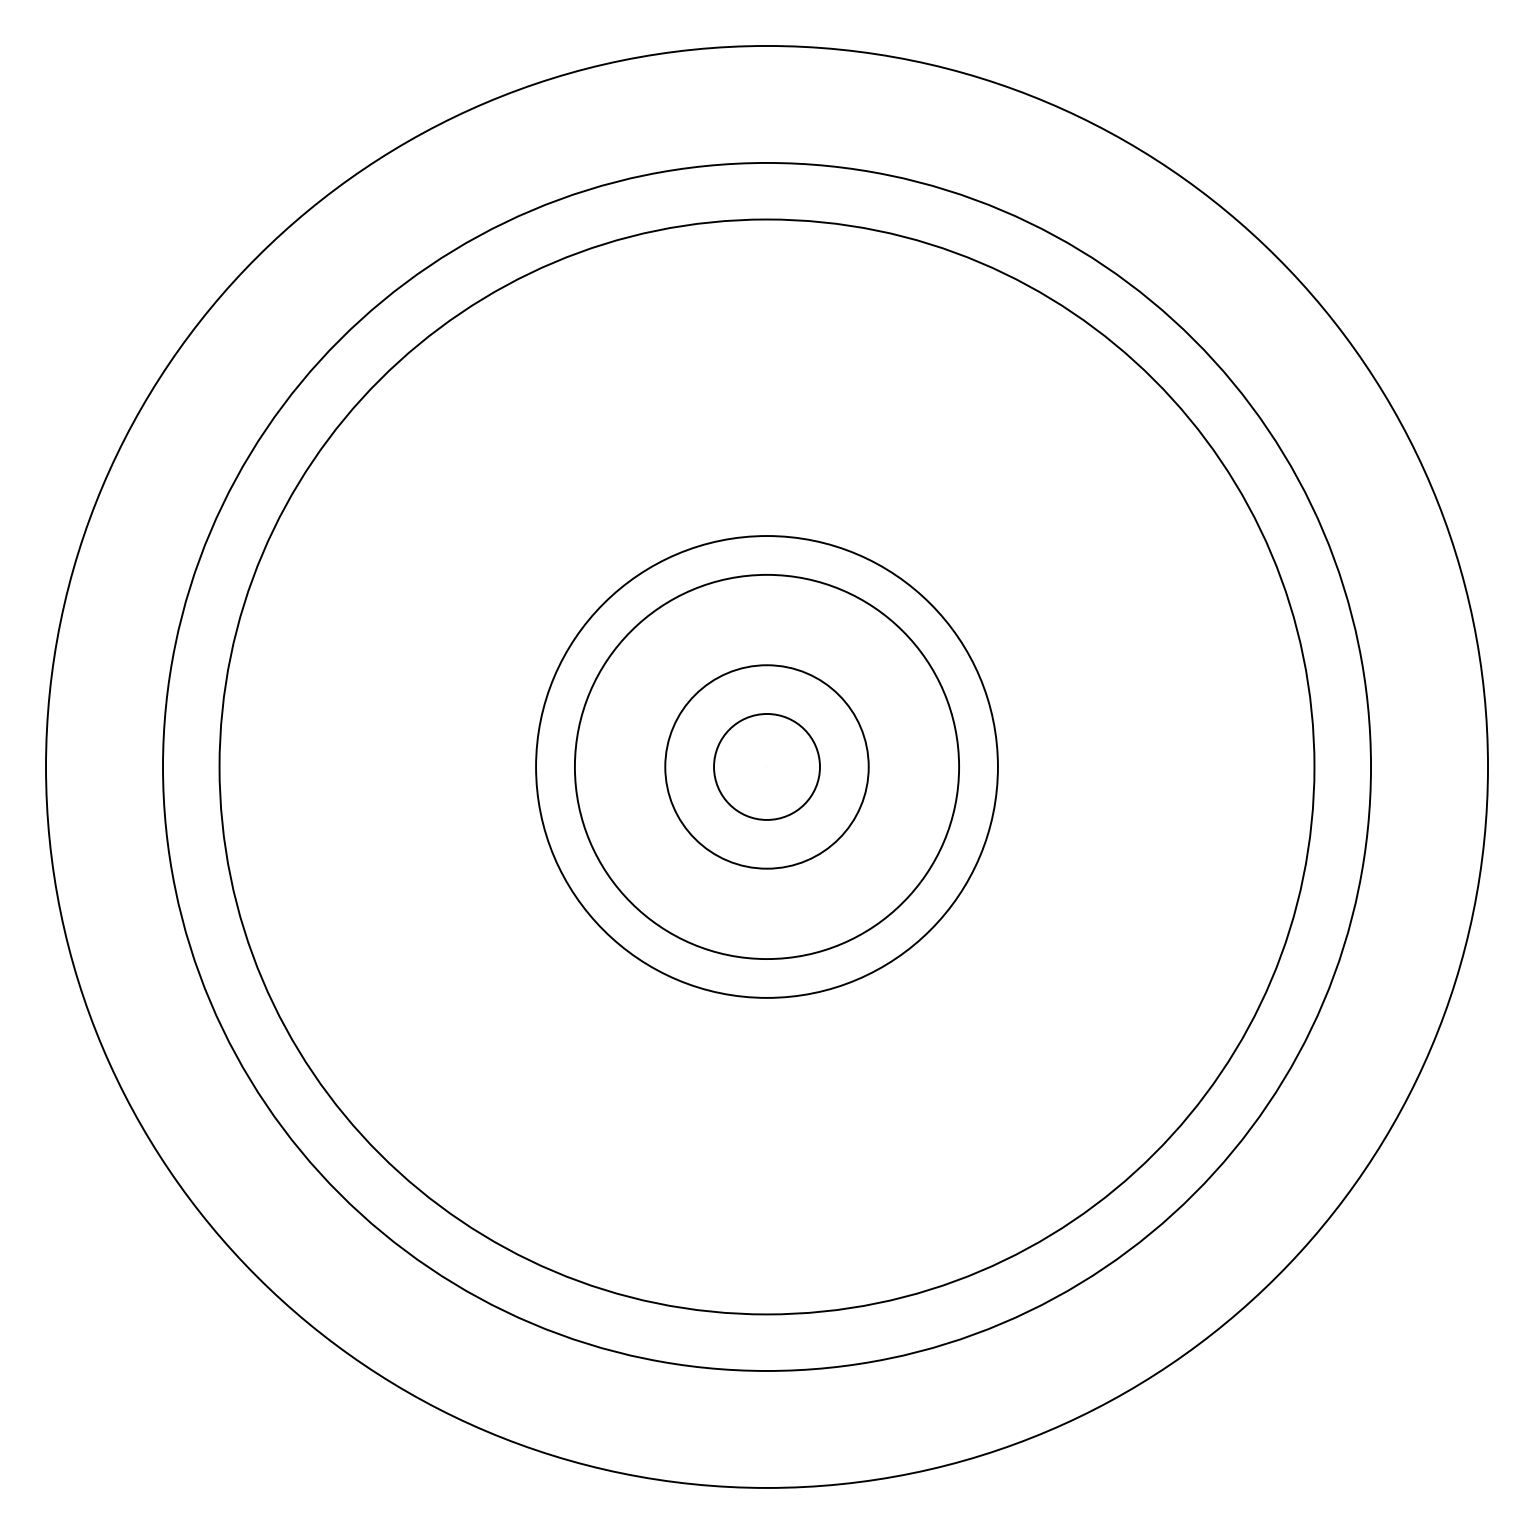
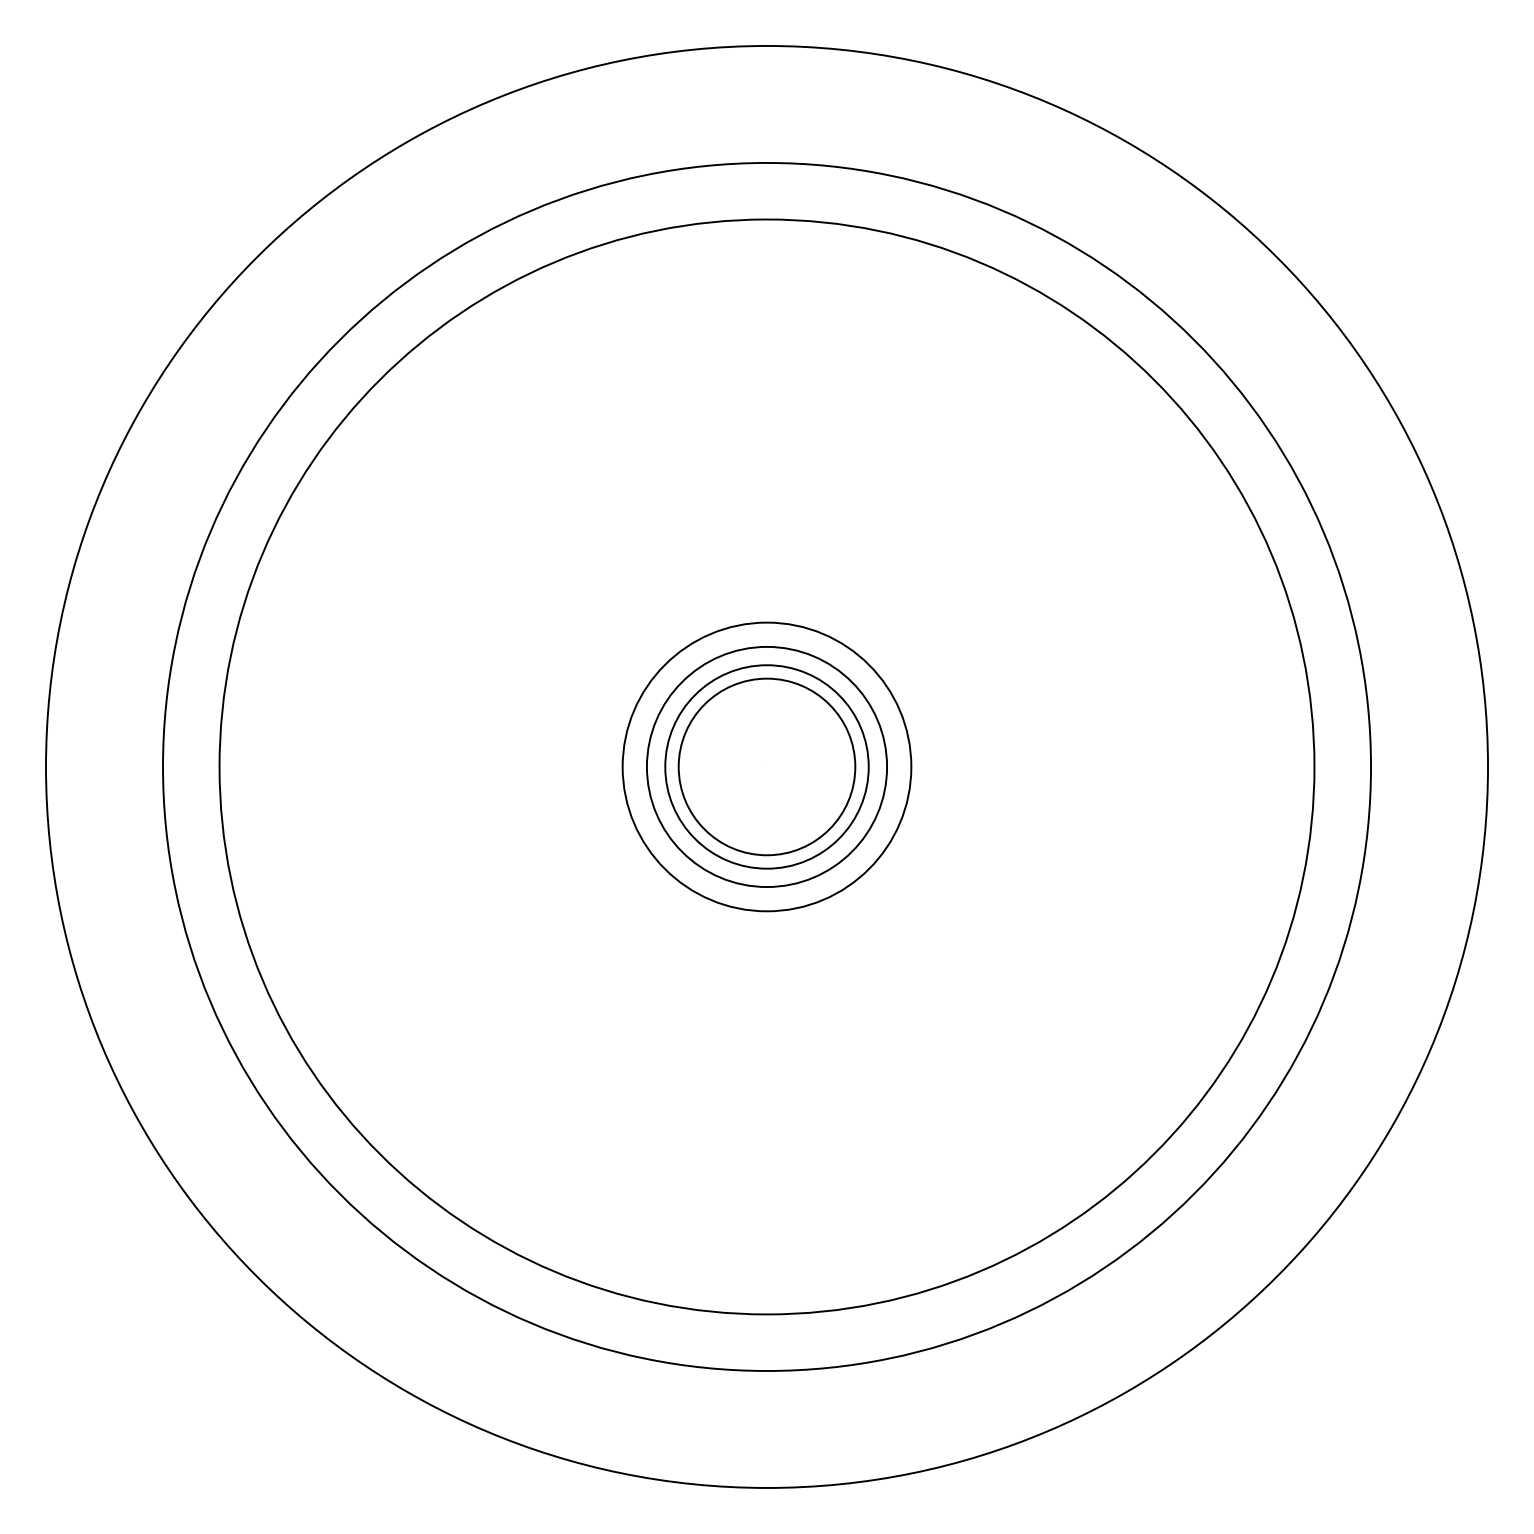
circle at (766, 766) diameter: 106 px -> 177 px
circle at (766, 766) diameter: 384 px -> 240 px
circle at (766, 766) diameter: 462 px -> 289 px
